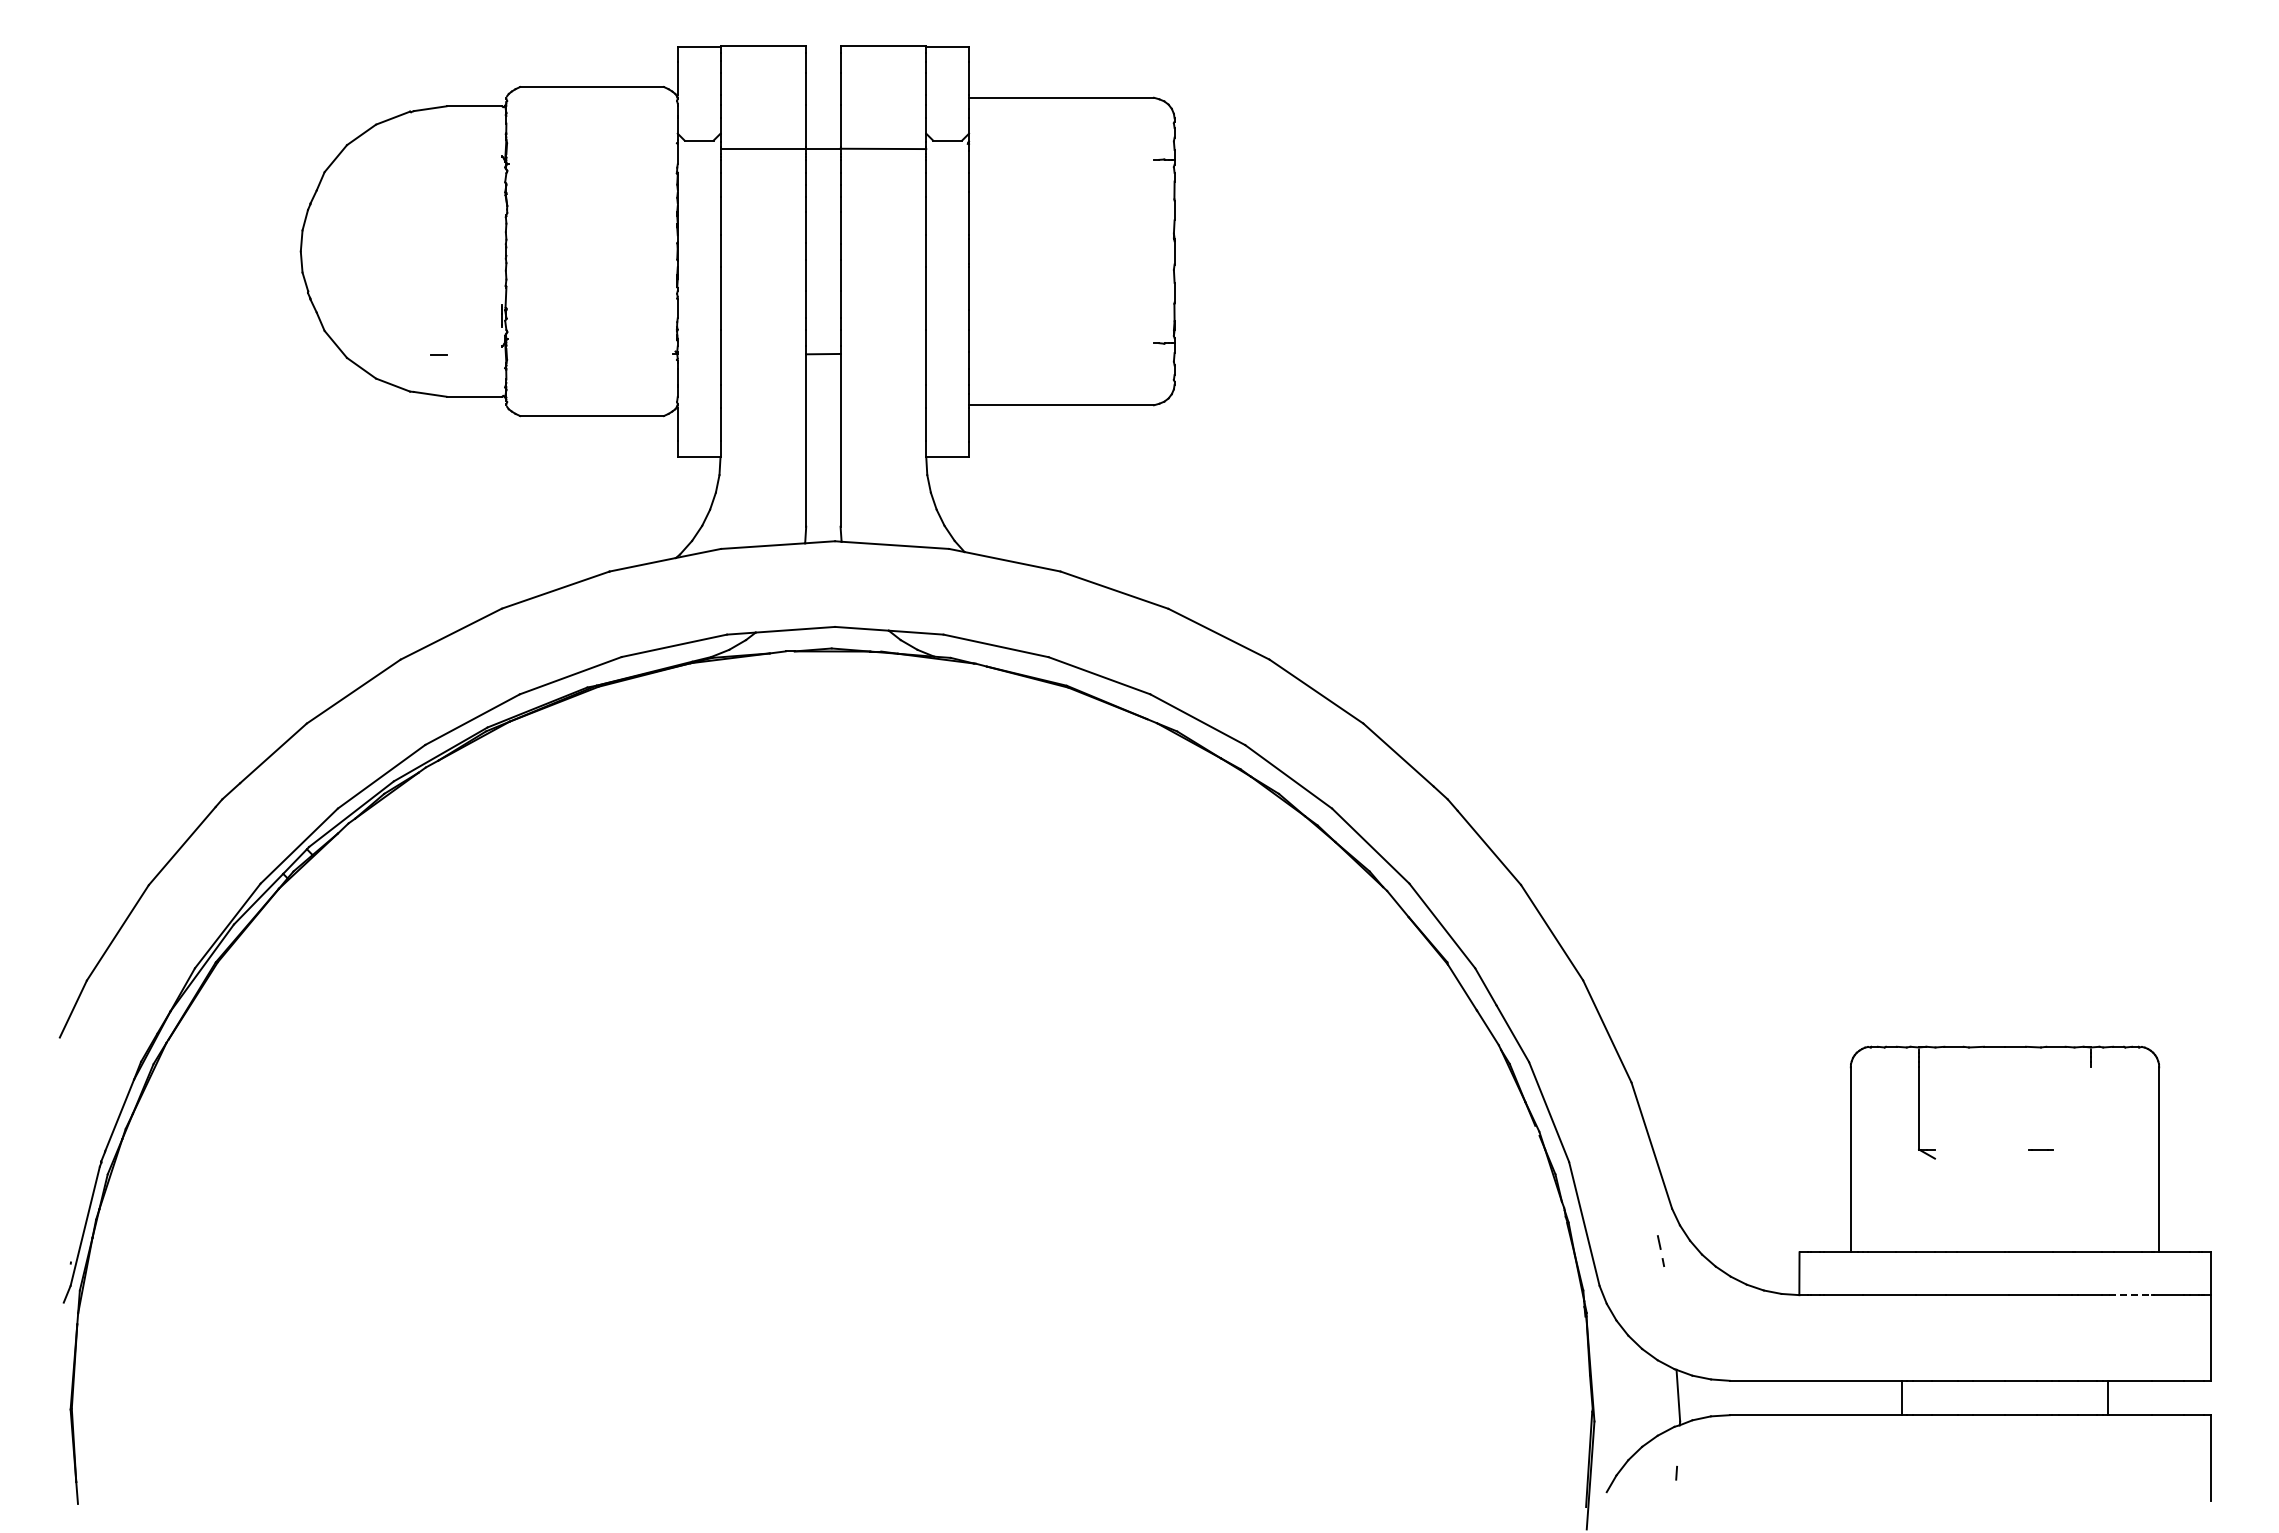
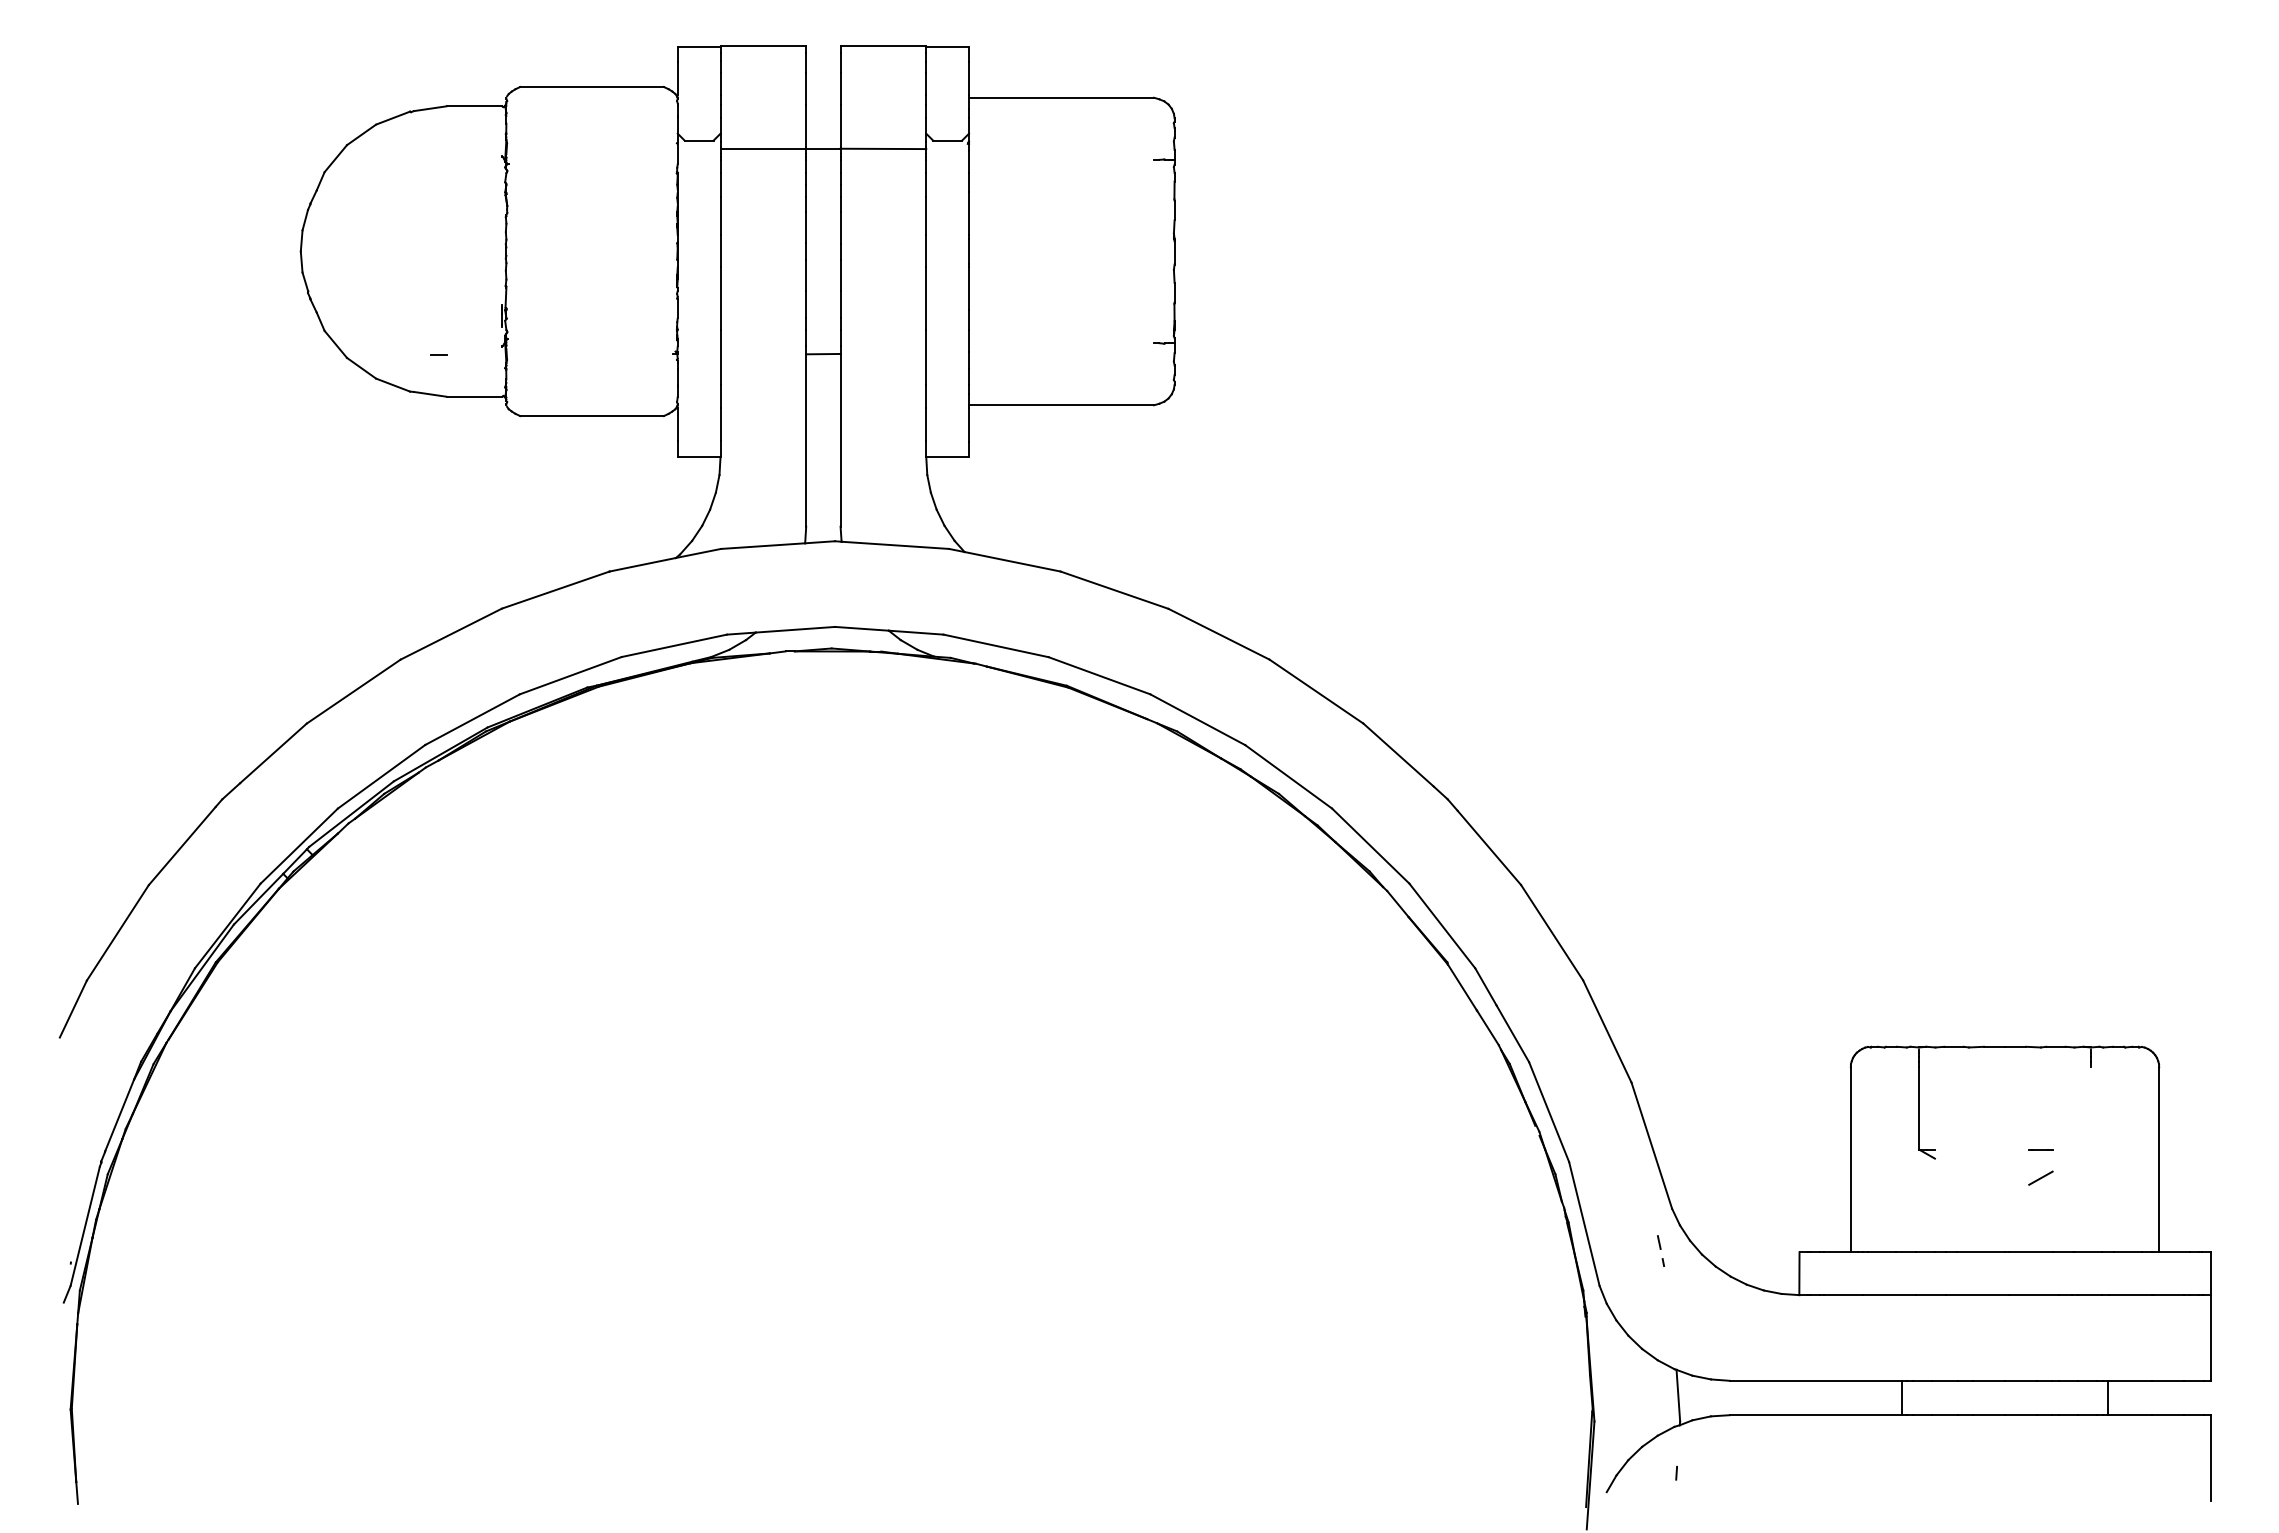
line at (2040, 1177): none -> present
line at (2130, 1295): dashed -> solid
